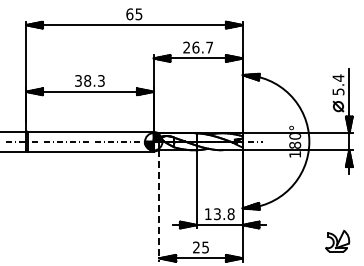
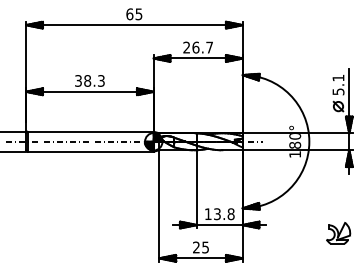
text at (338, 77): 5.4 -> 5.1
line at (159, 205): dashed -> solid
part at (337, 241) position: (337, 241) -> (338, 233)
